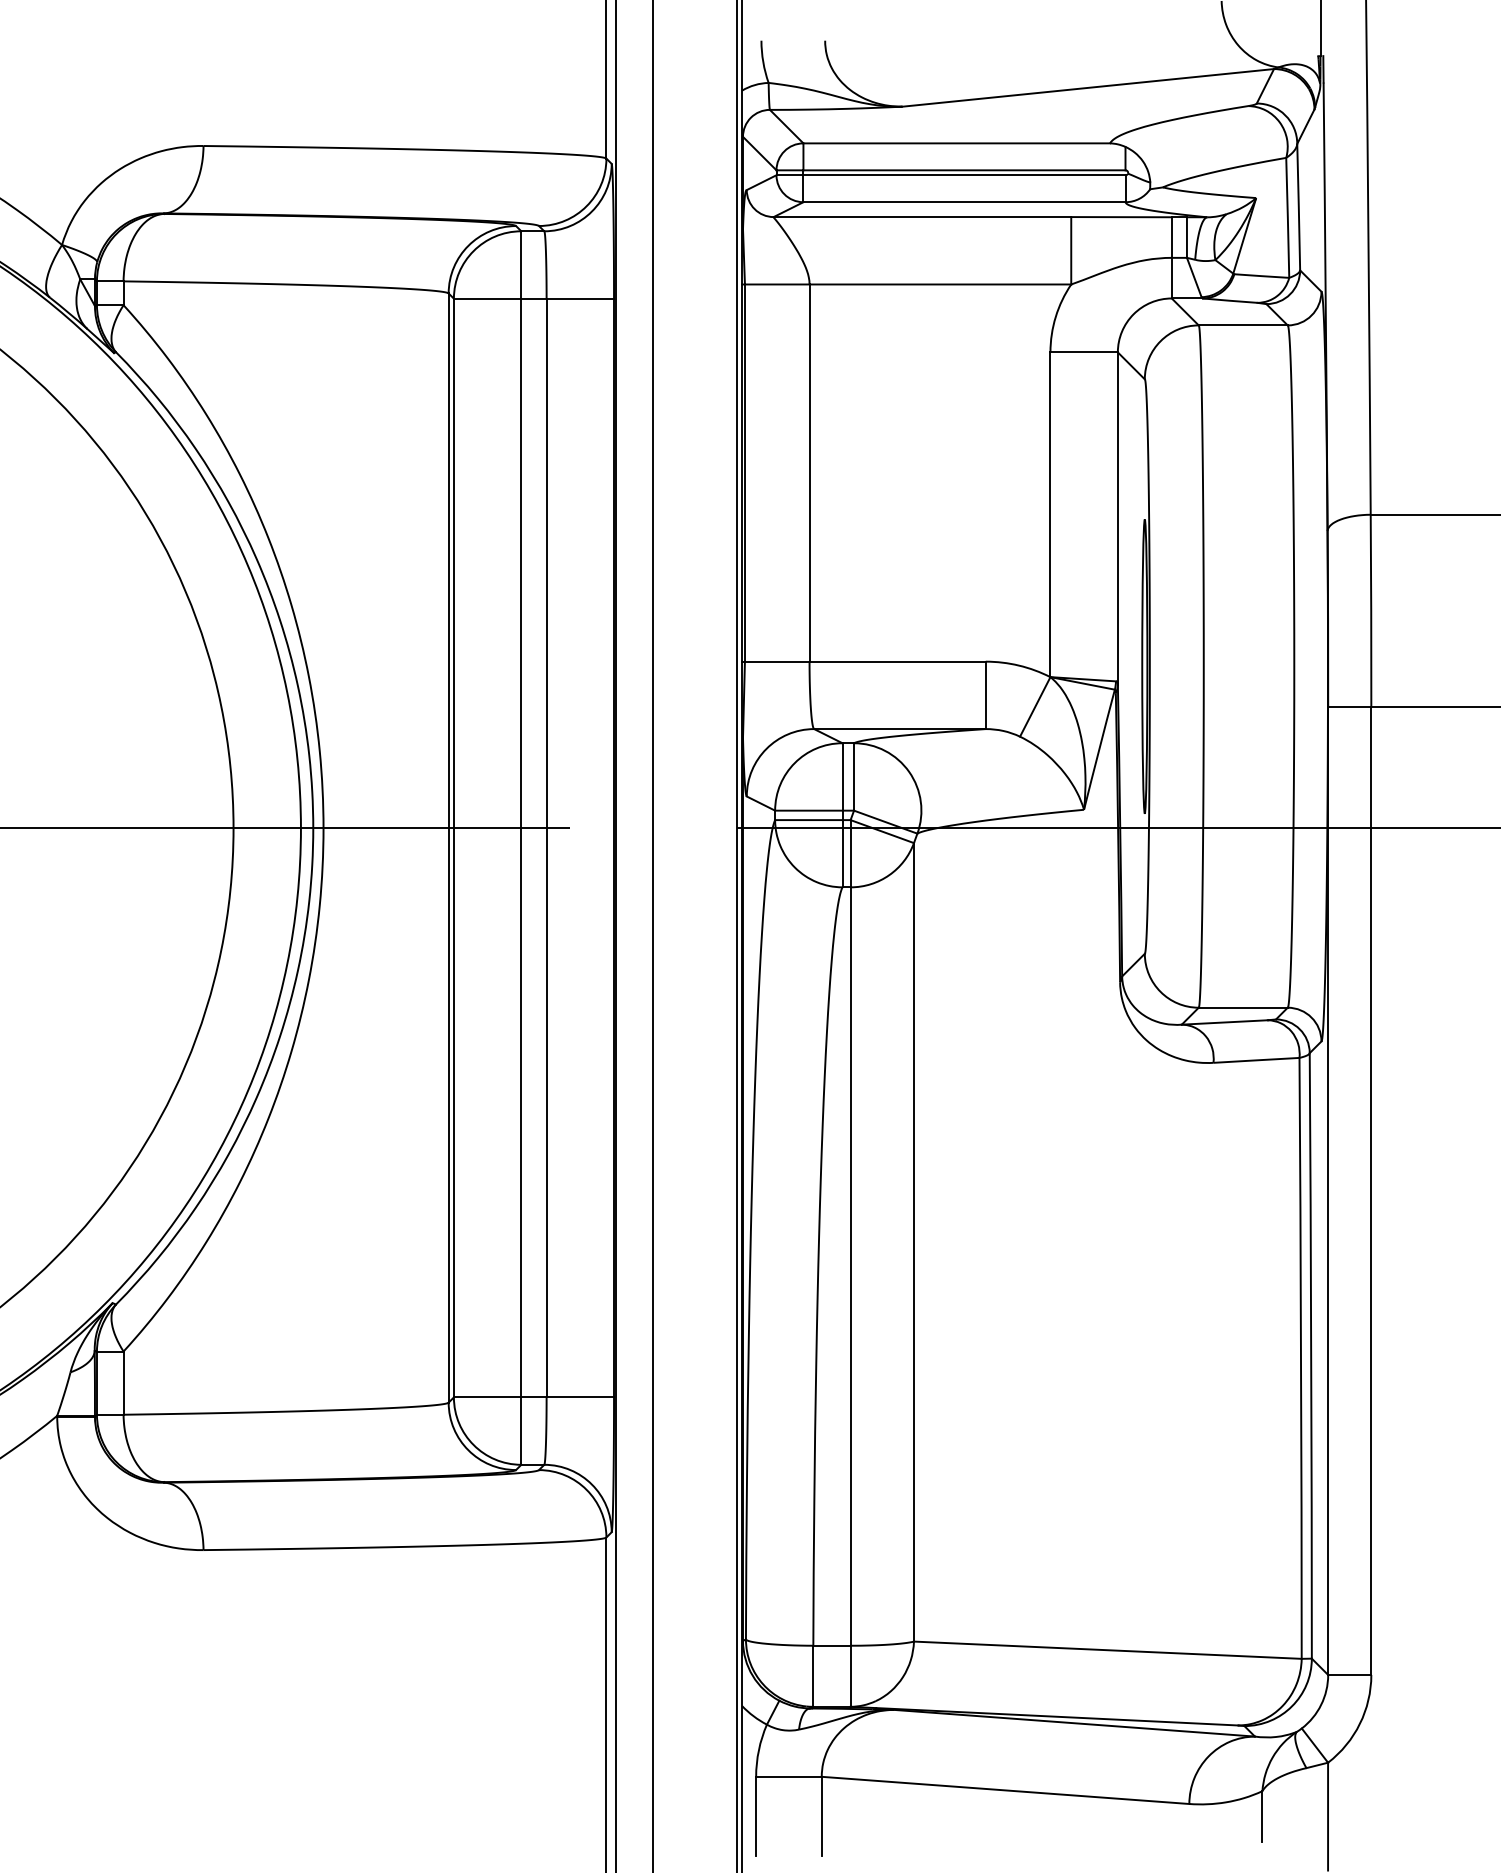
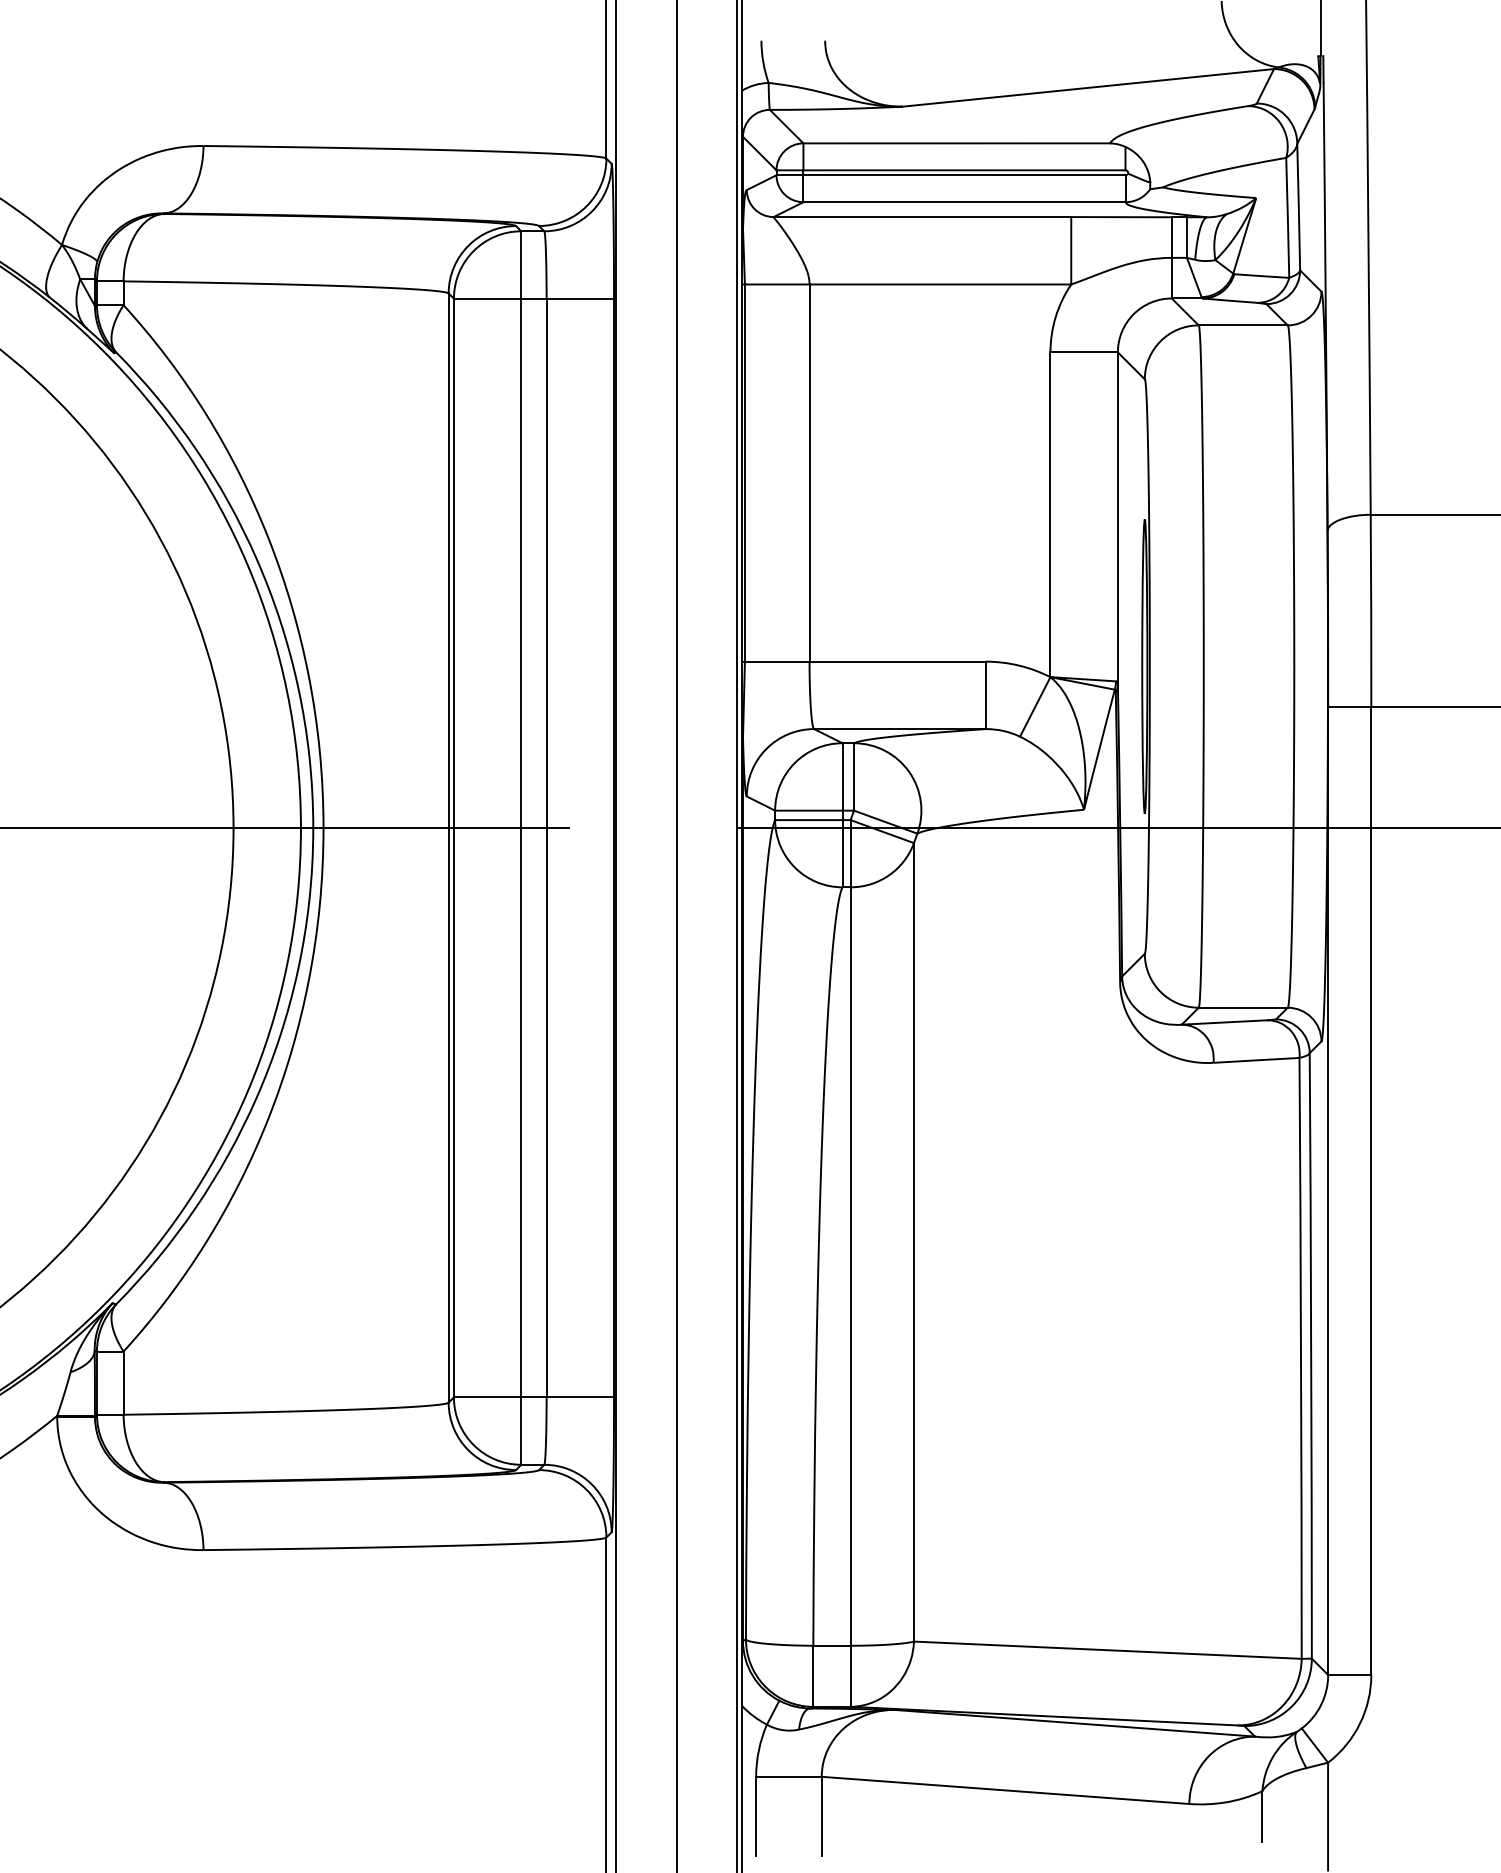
line at (652, 935) position: (652, 935) -> (676, 935)
